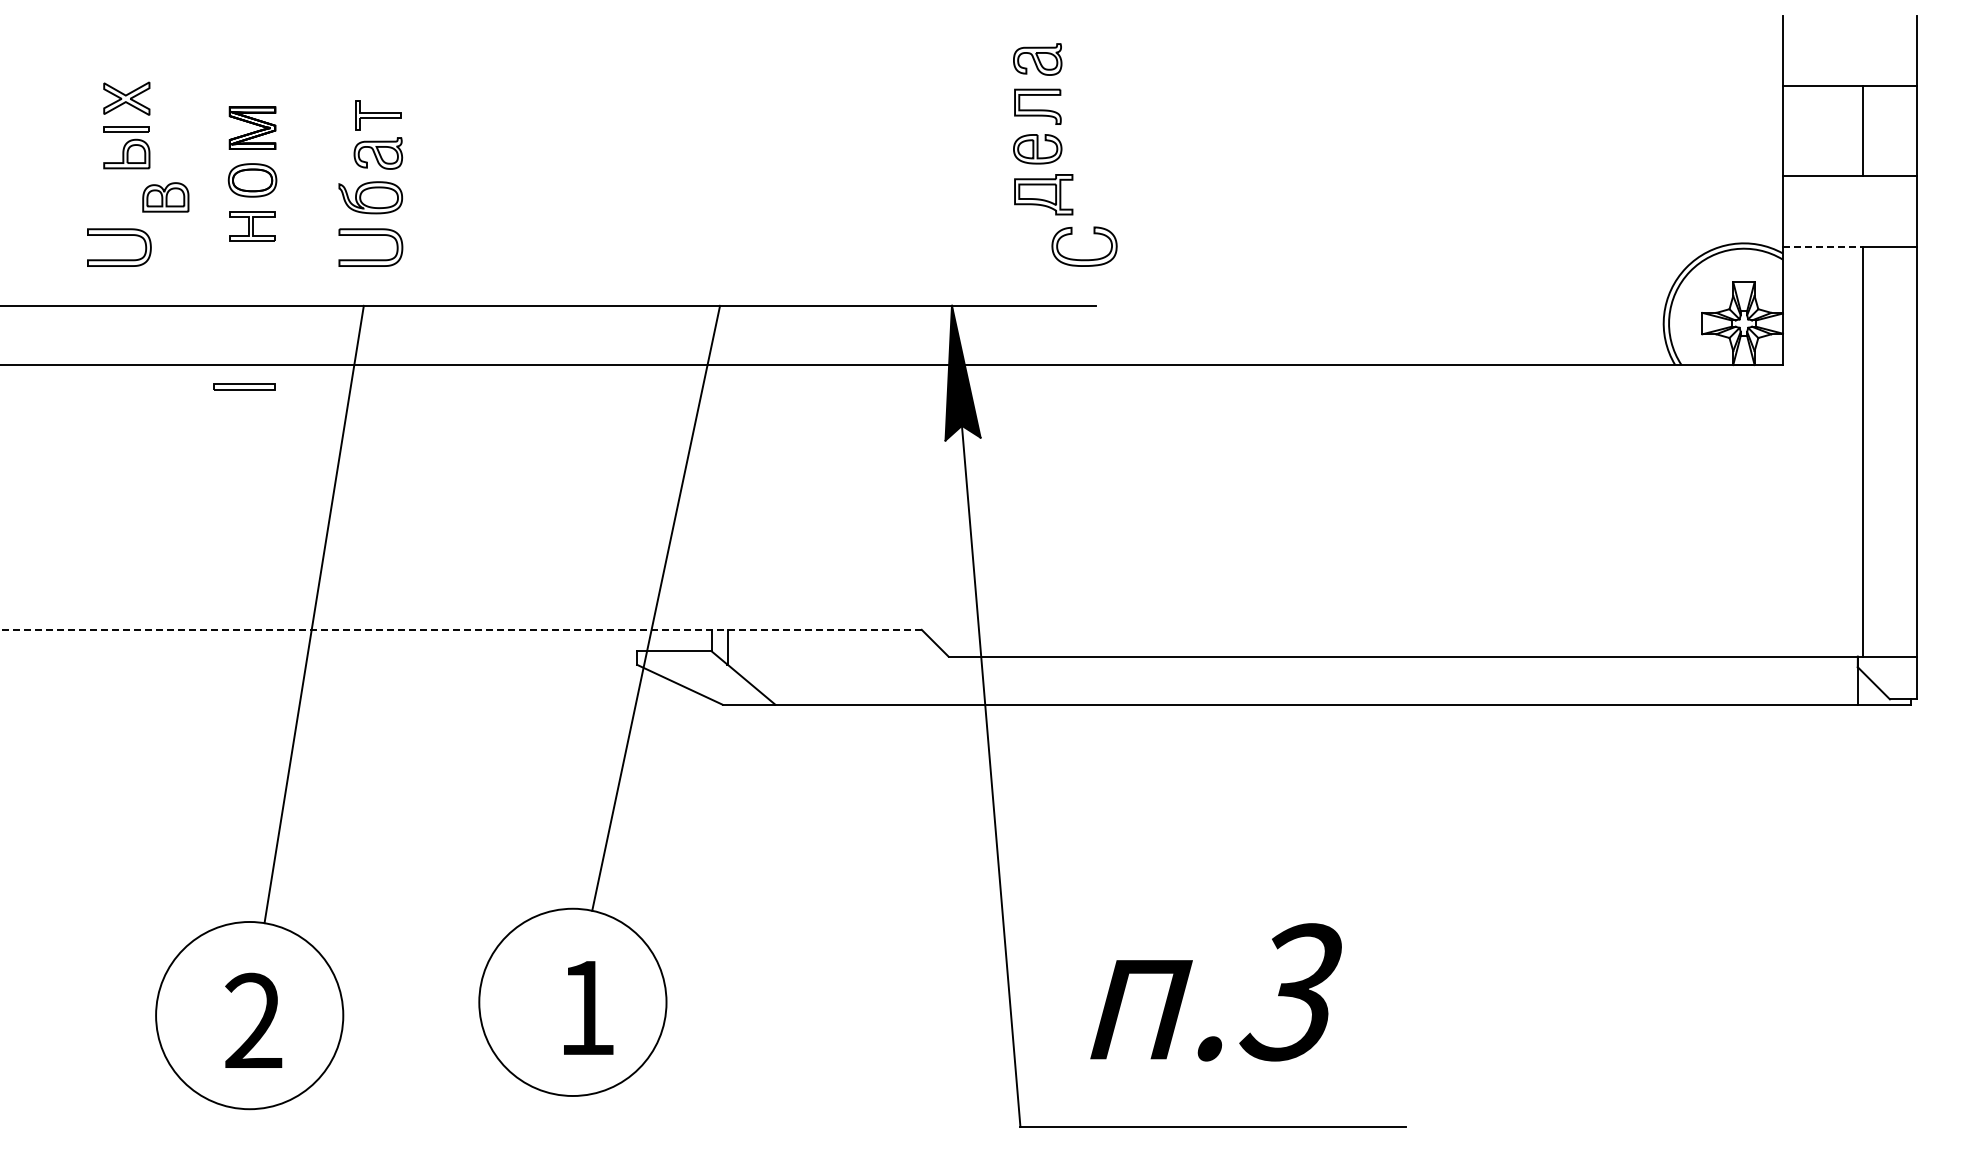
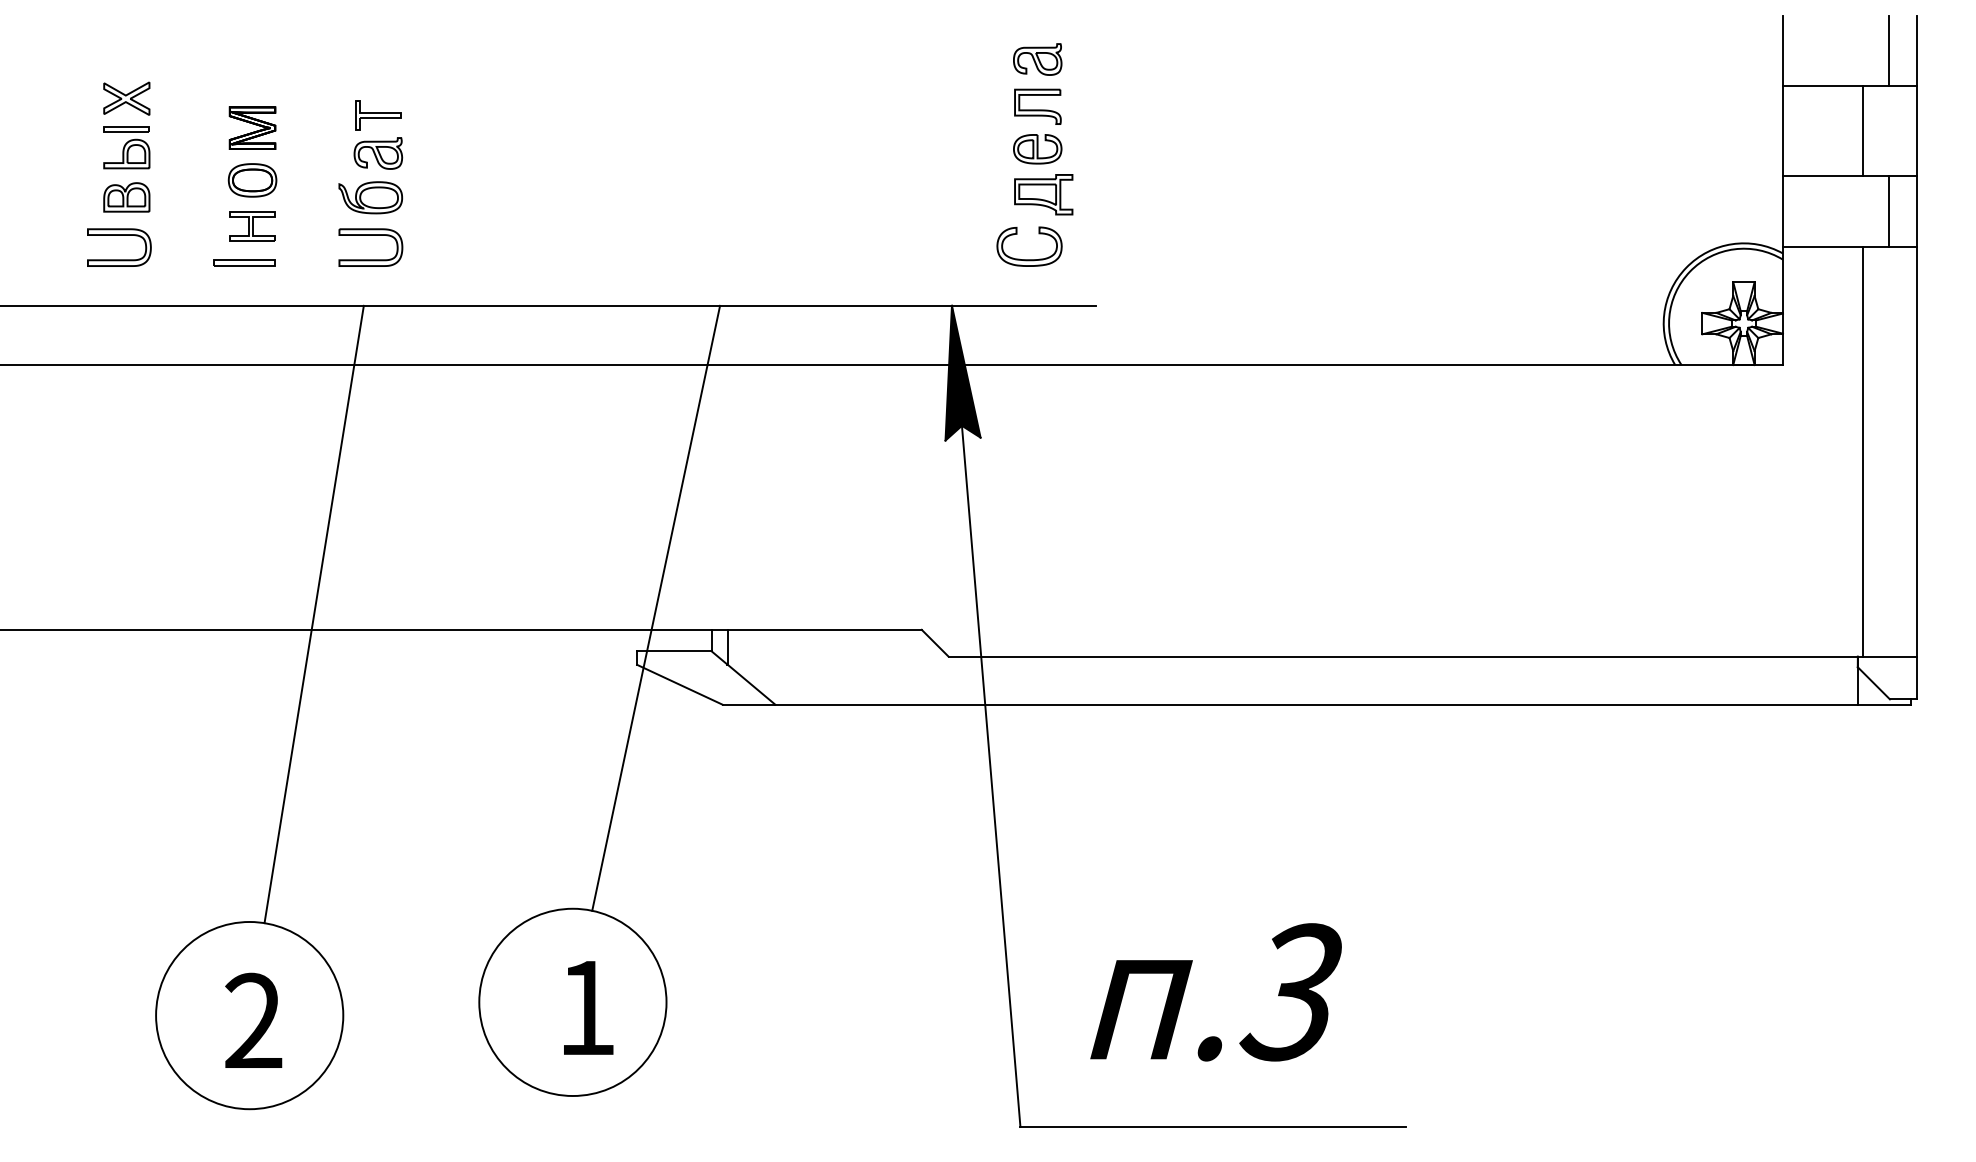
line at (1888, 50): none -> present
part at (165, 197) position: (165, 197) -> (126, 197)
line at (1888, 211): none -> present
line at (1823, 246): dashed -> solid
part at (1084, 259) position: (1084, 259) -> (1029, 259)
part at (244, 386) position: (244, 386) -> (244, 262)
line at (461, 629): dashed -> solid
